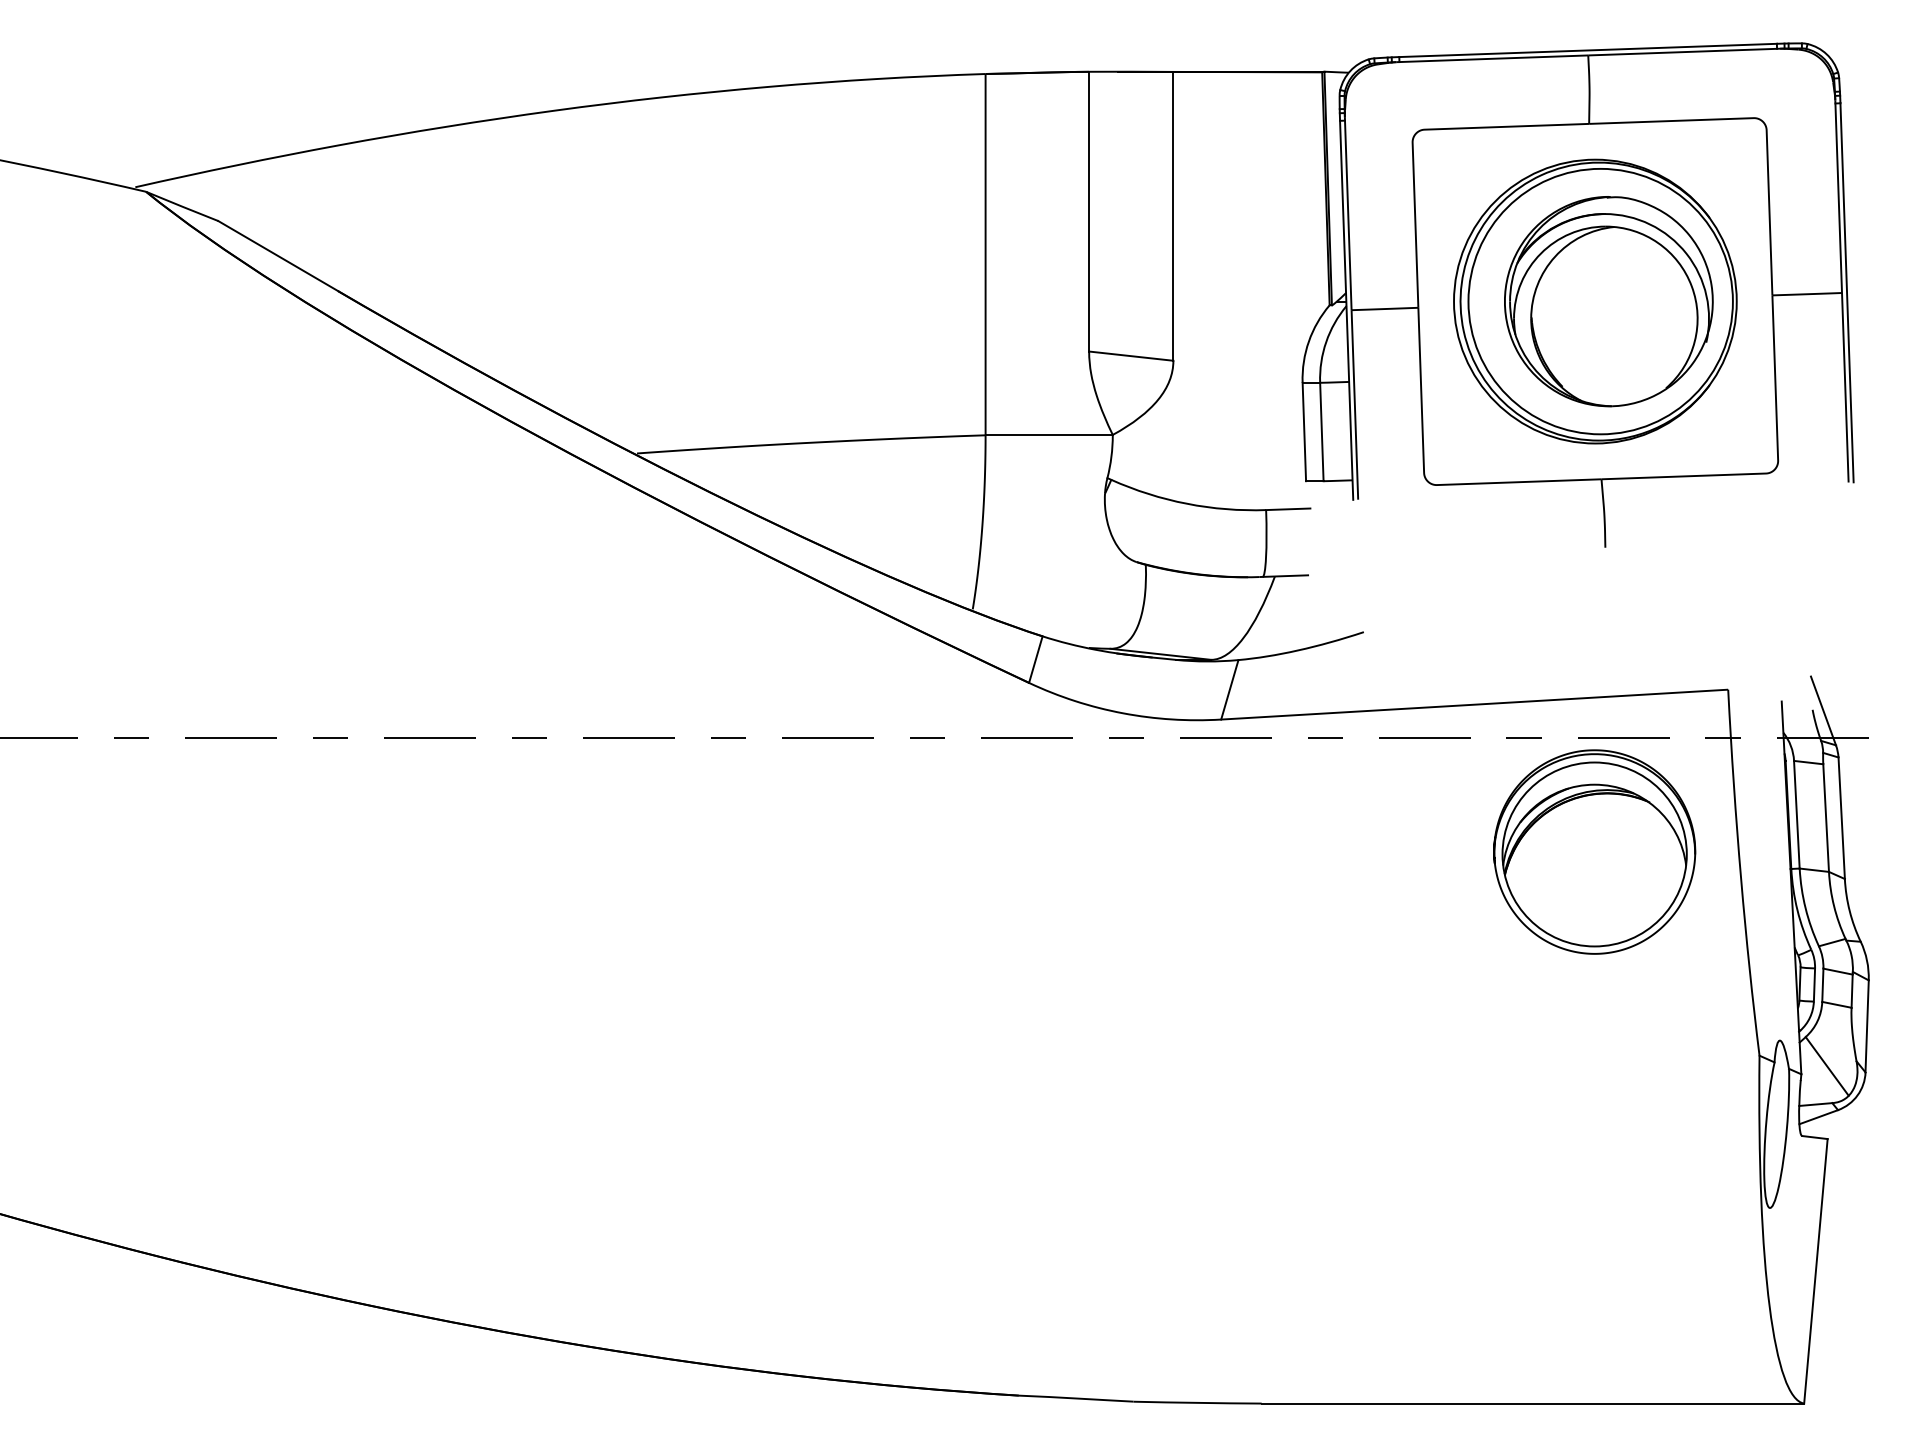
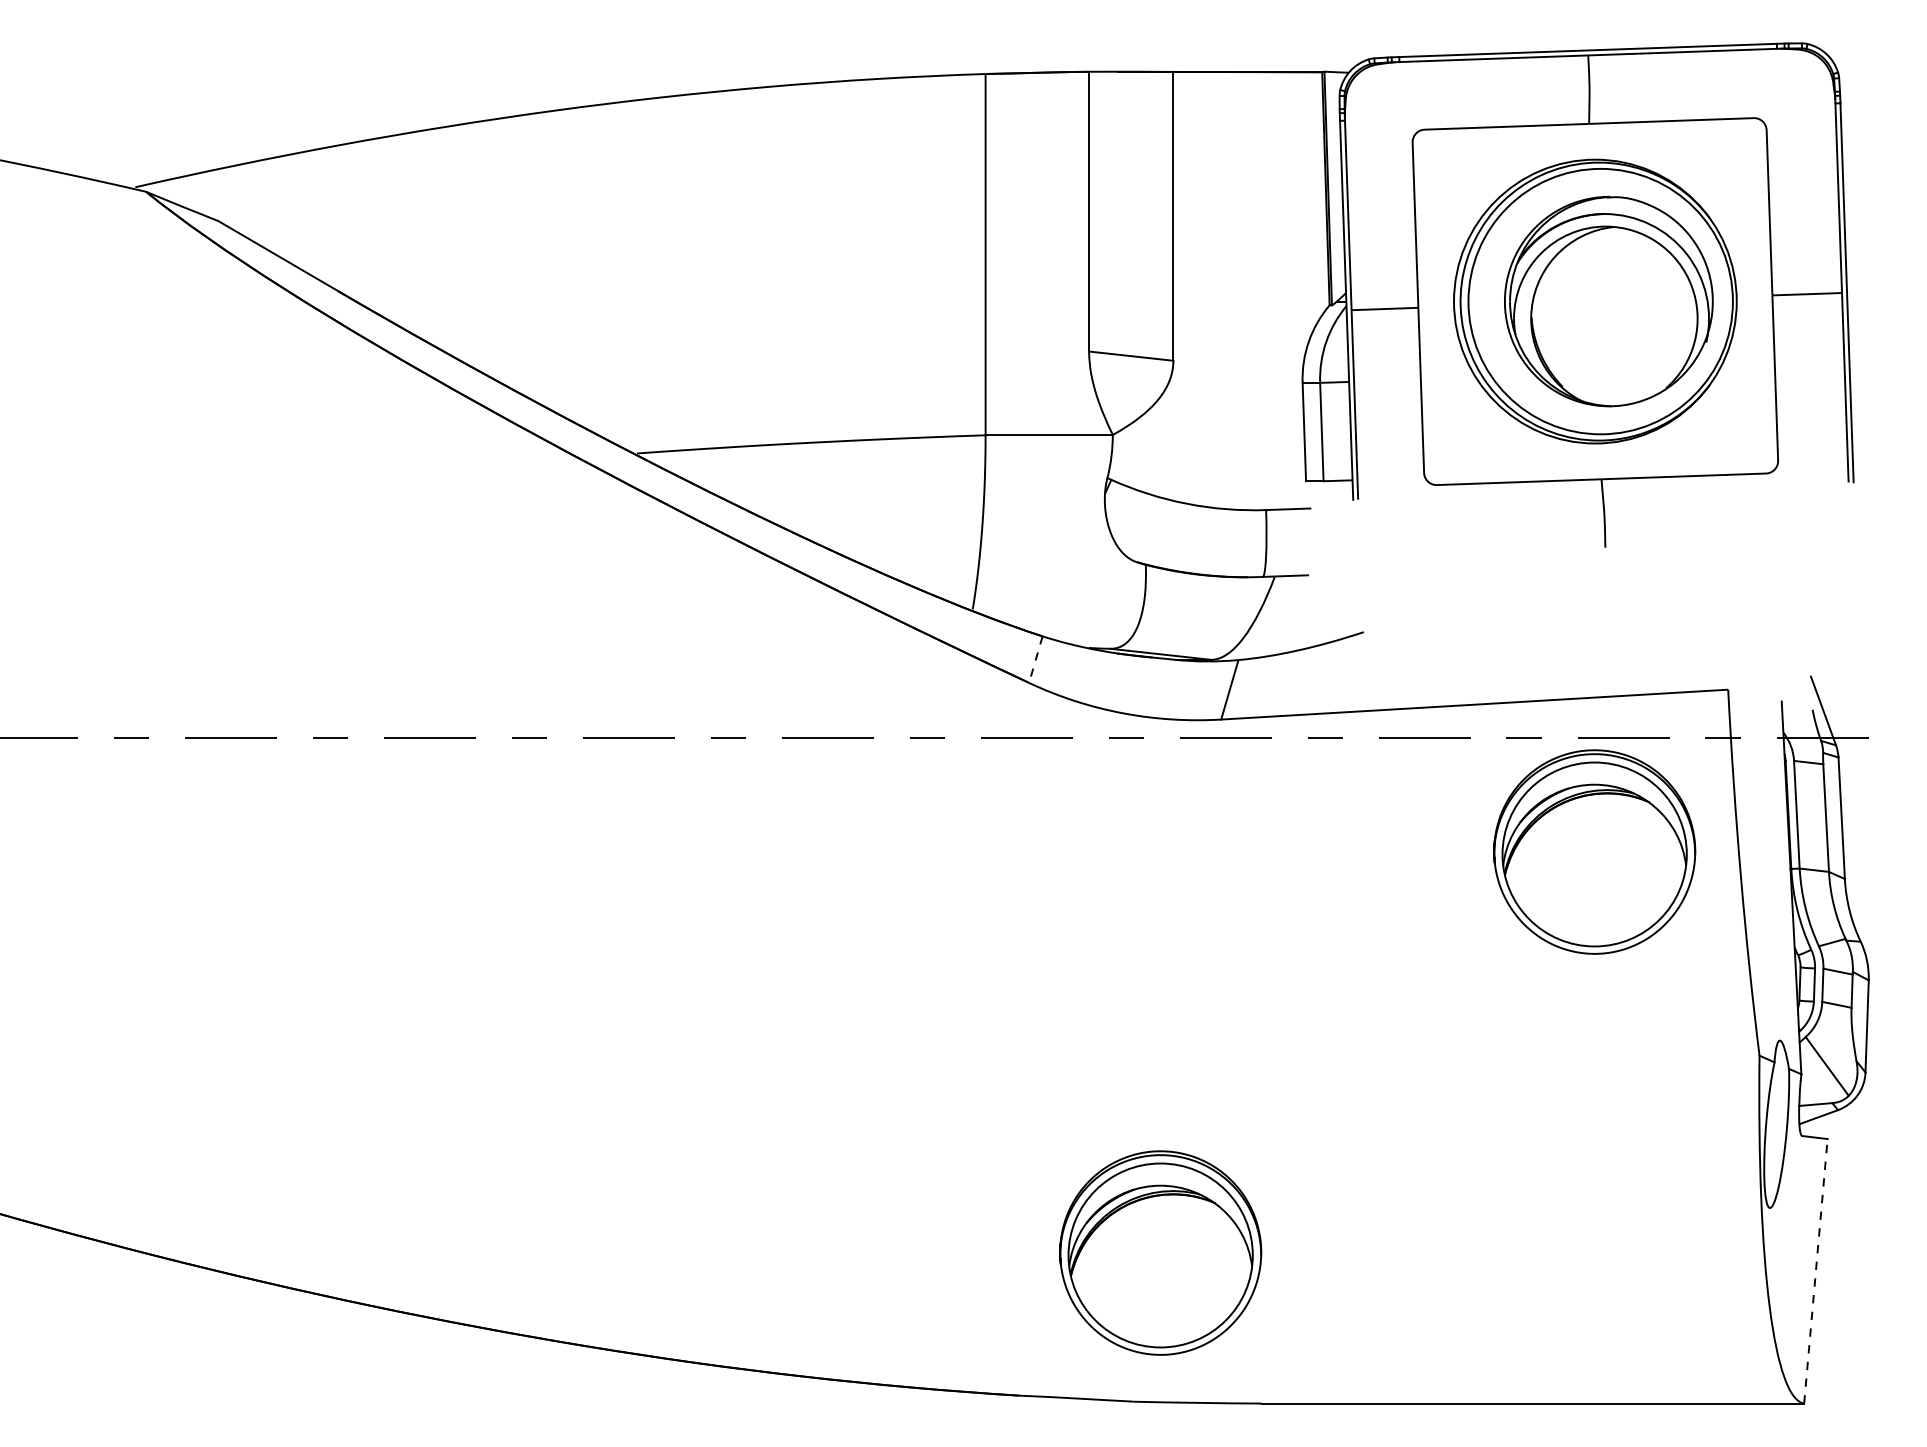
line at (1035, 660): solid -> dashed
part at (1160, 1252): none -> present
line at (1815, 1271): solid -> dashed
